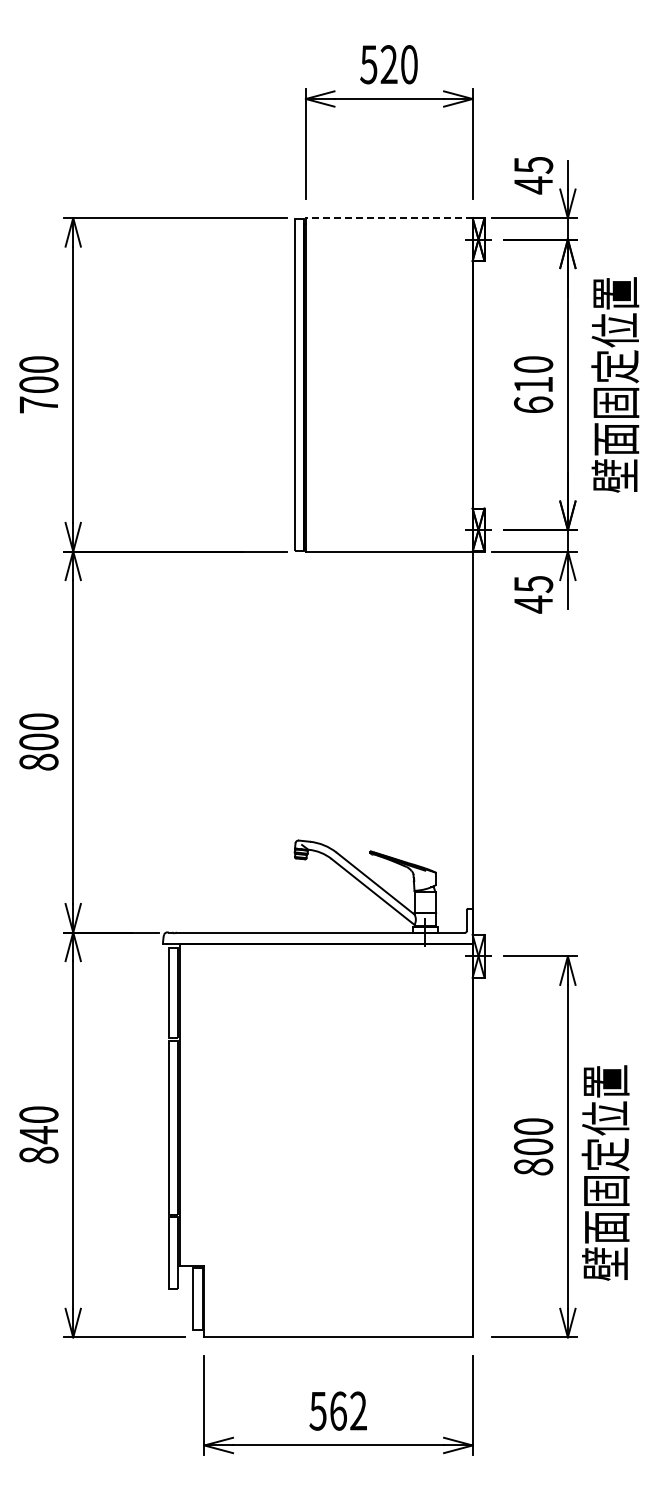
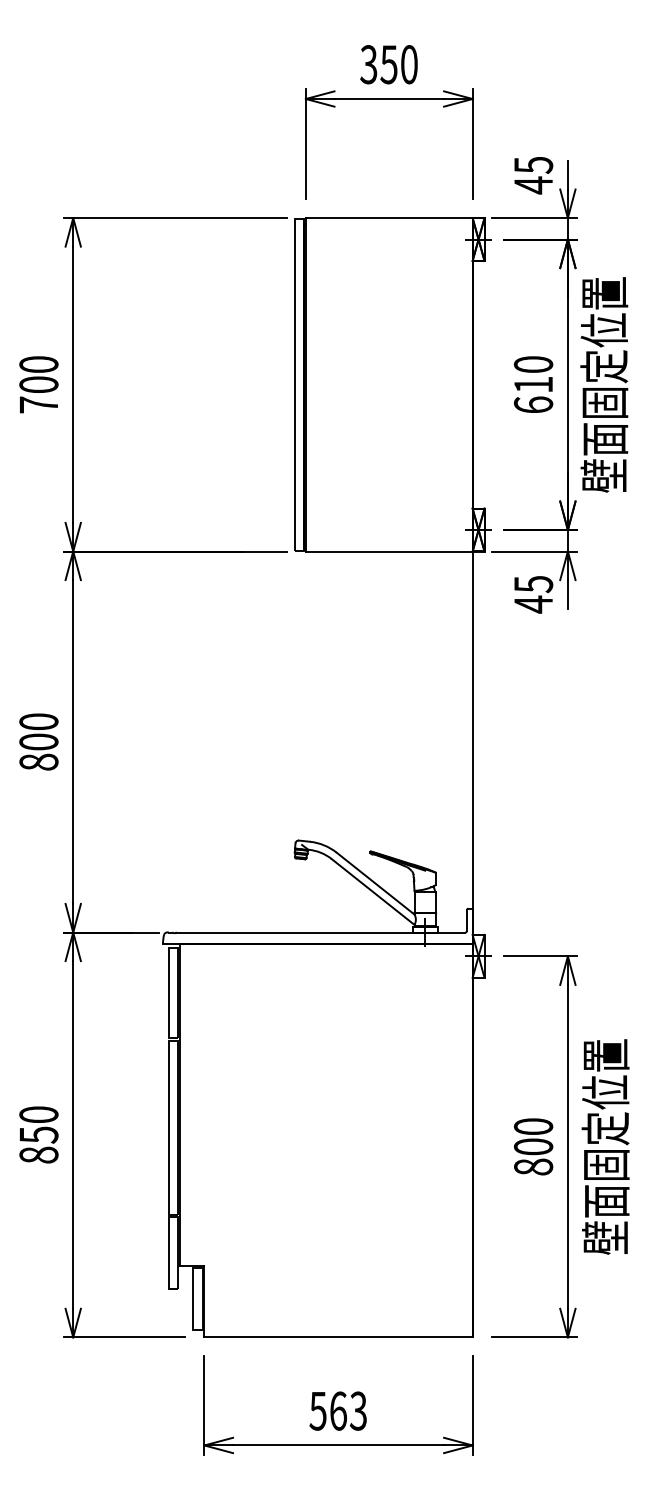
text at (378, 64): 520 -> 350
line at (388, 218): dashed -> solid
text at (615, 384) position: (615, 384) -> (604, 384)
text at (39, 1135): 840 -> 850
text at (605, 1172) position: (605, 1172) -> (605, 1146)
text at (357, 1411): 562 -> 563
